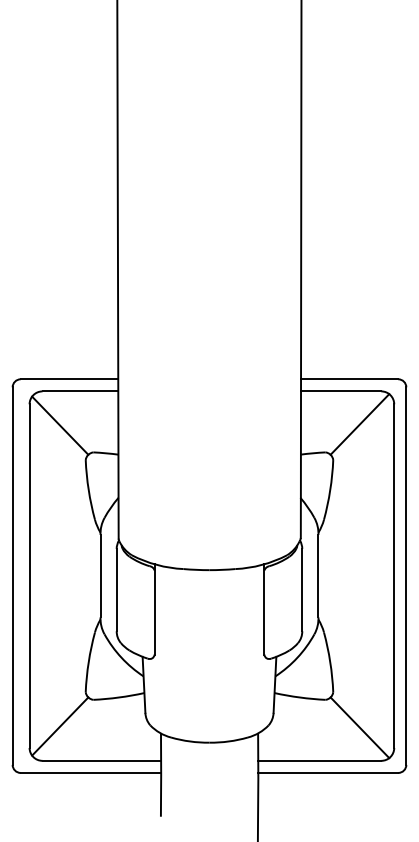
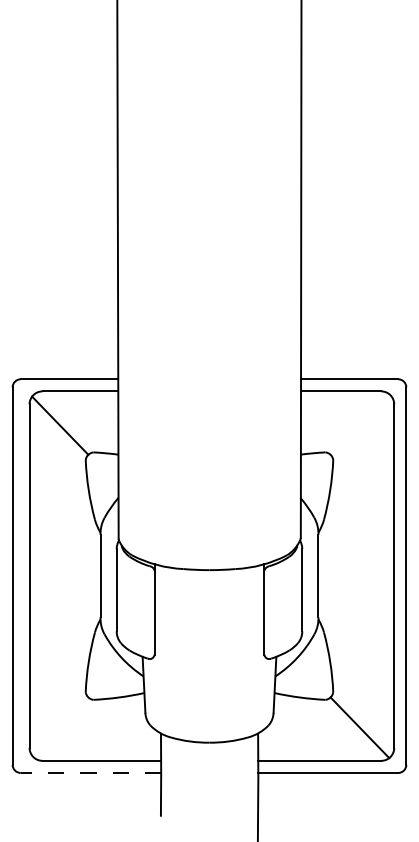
line at (359, 424): present -> none
line at (60, 726): present -> none
line at (90, 772): solid -> dashed
